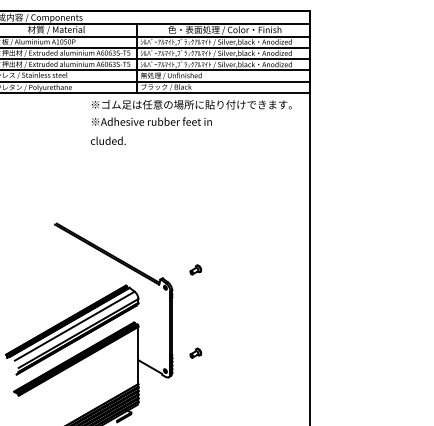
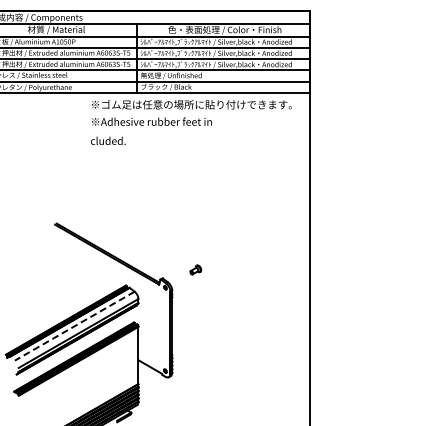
line at (74, 326): solid -> dashed
part at (195, 352): present -> none
